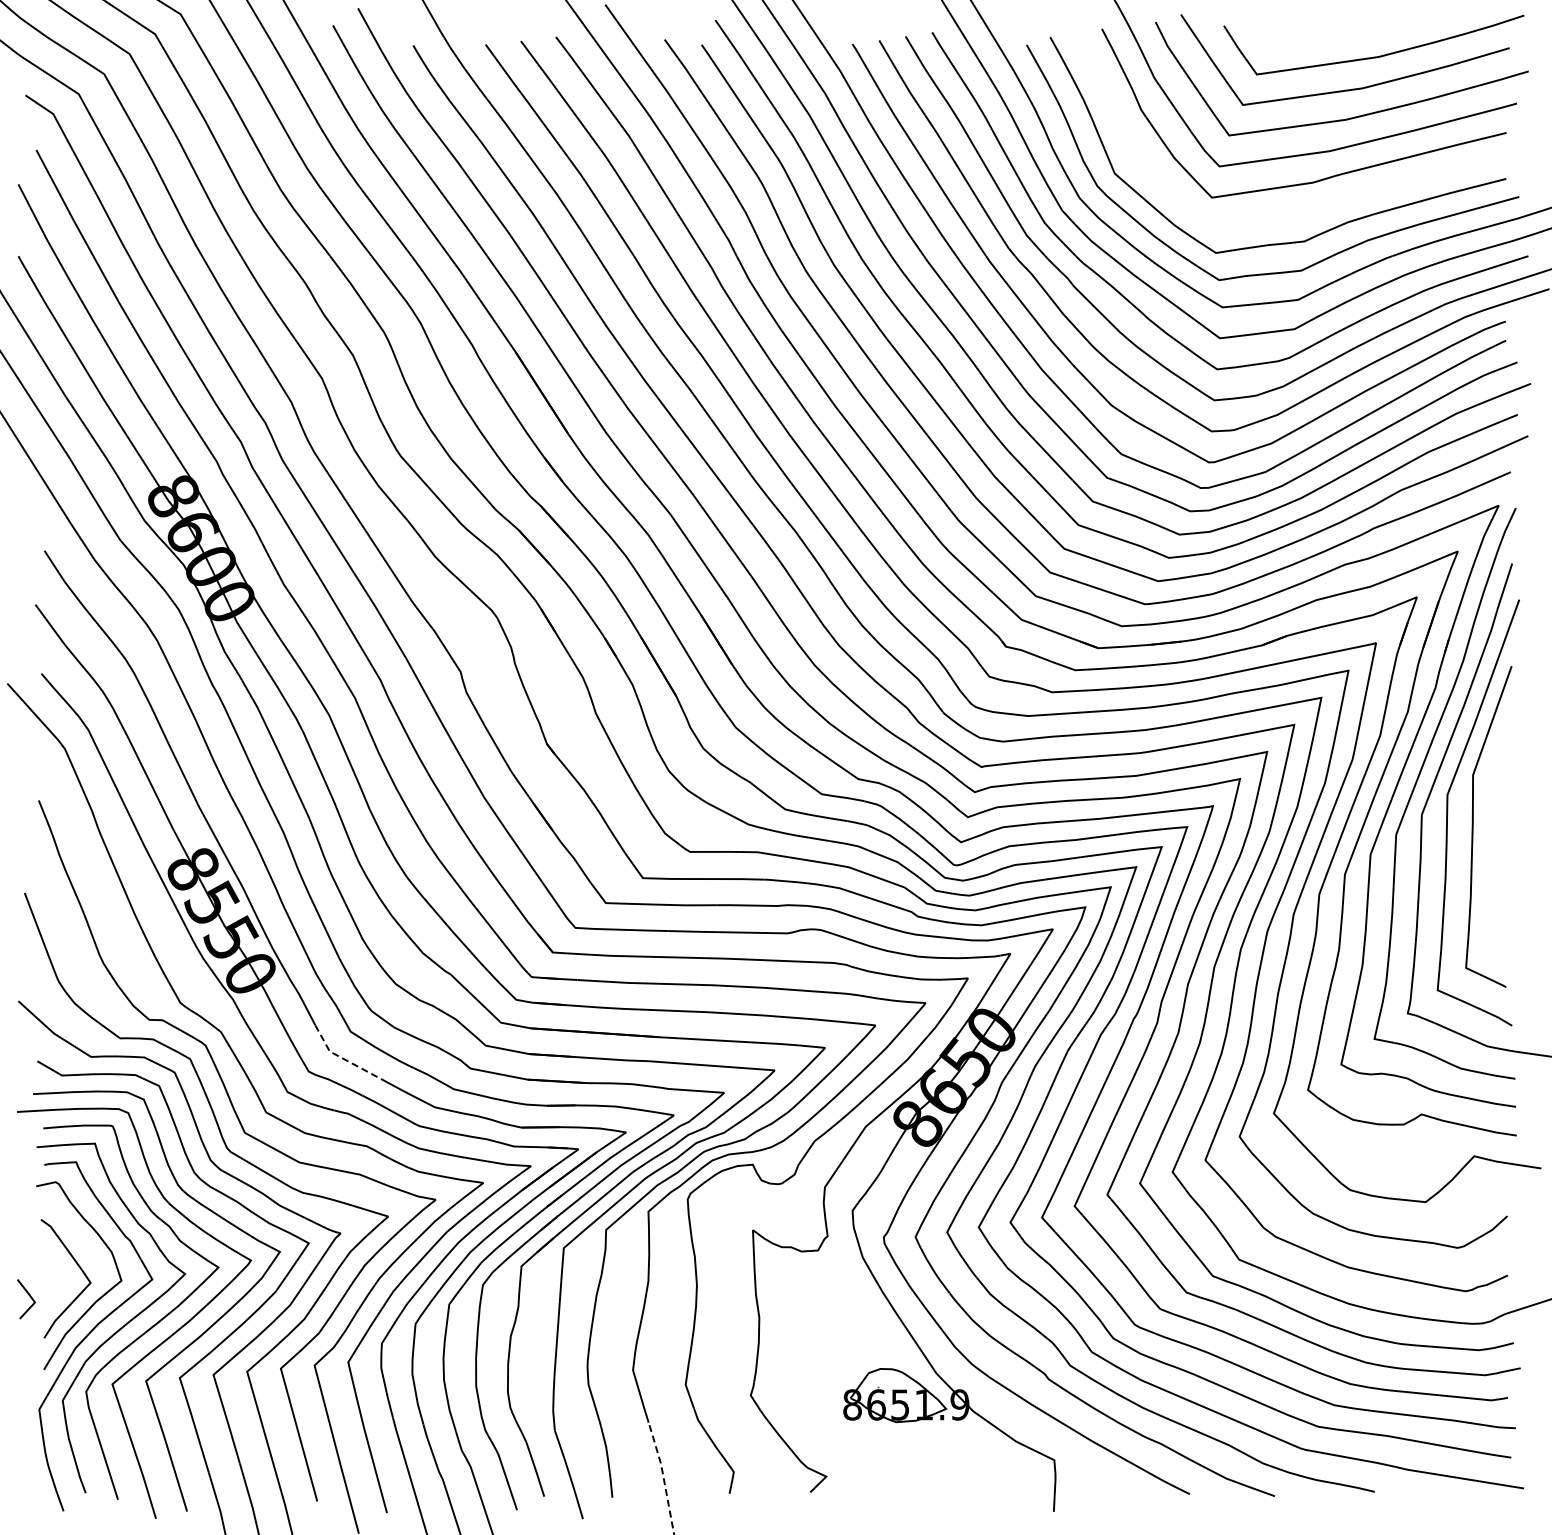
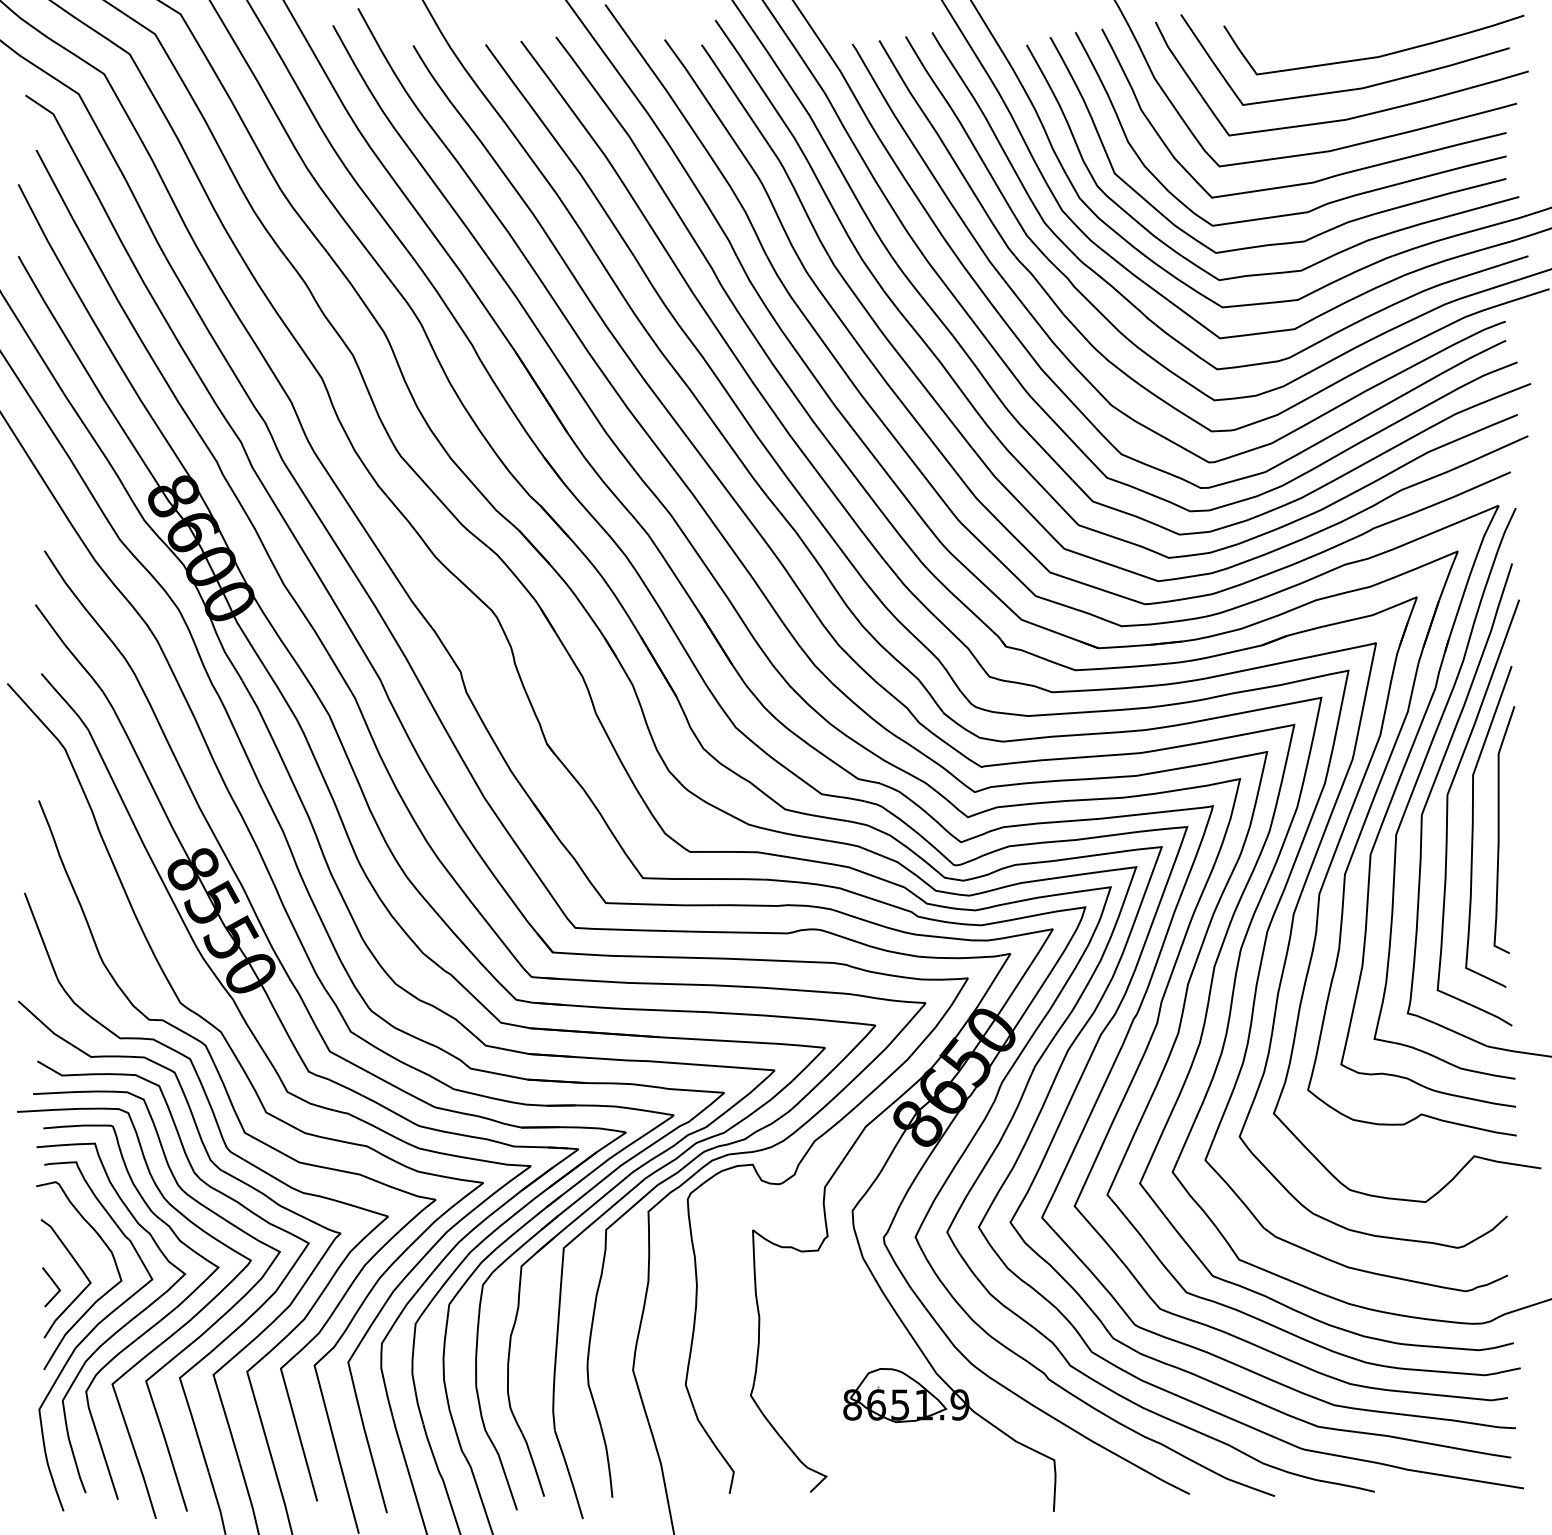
part at (1322, 204): none -> present
curve at (1499, 829): none -> present
line at (343, 1058): dashed -> solid
line at (30, 1298) position: (30, 1298) -> (55, 1286)
line at (663, 1476): dashed -> solid
